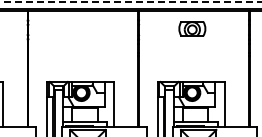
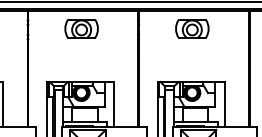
line at (130, 1): dashed -> solid
part at (81, 28): none -> present
part at (192, 28) size: 29x16 px -> 35x20 px
